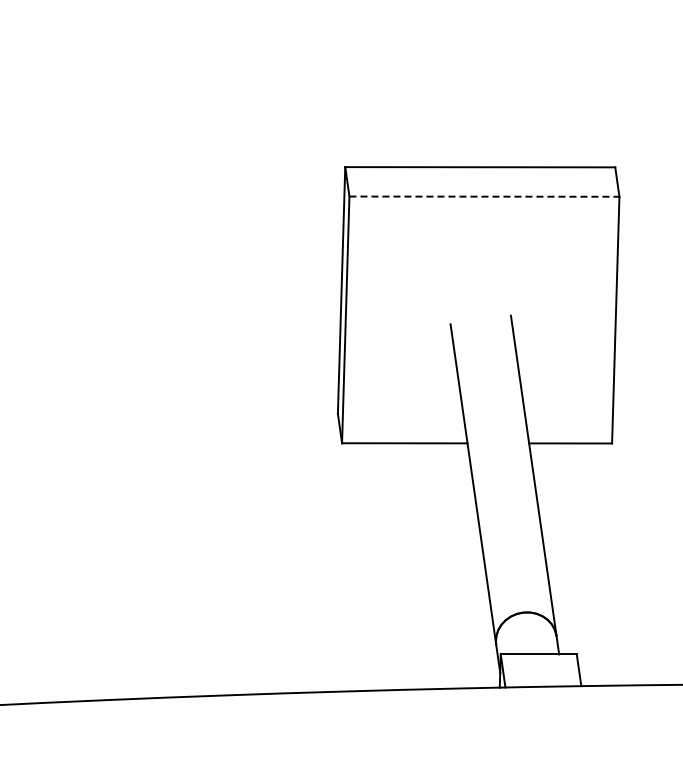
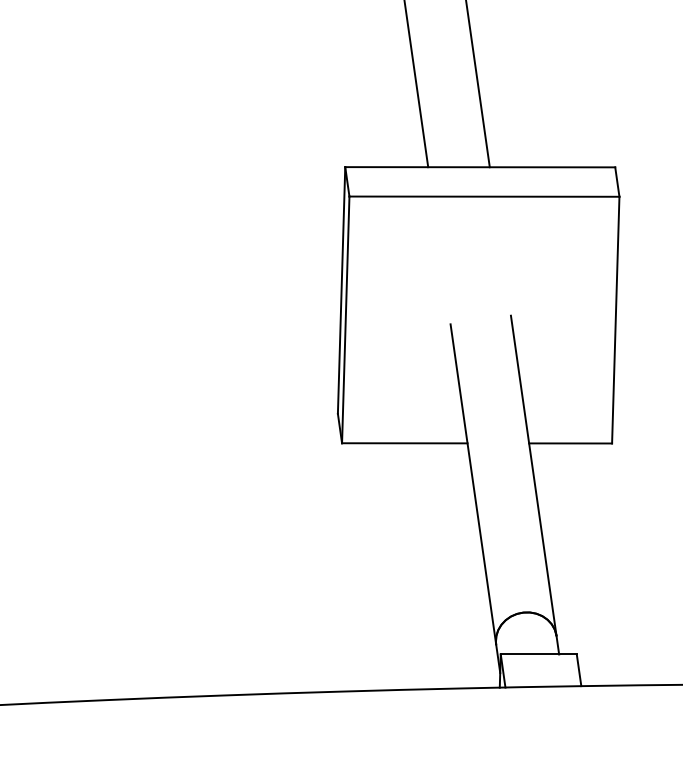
line at (416, 84): none -> present
line at (477, 84): none -> present
line at (484, 196): dashed -> solid
